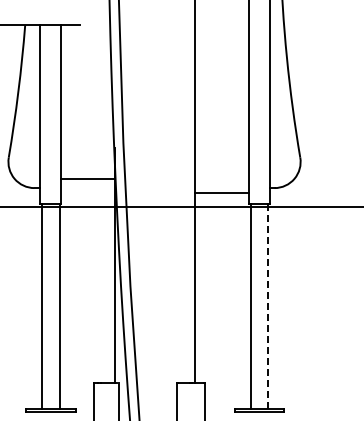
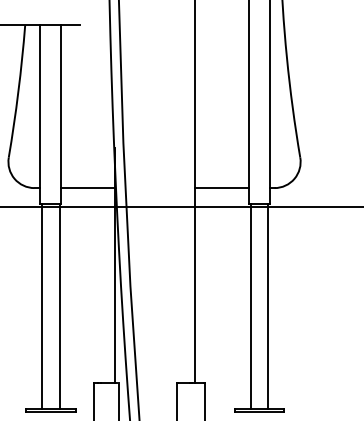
line at (88, 179) position: (88, 179) -> (88, 188)
line at (222, 193) position: (222, 193) -> (222, 188)
line at (268, 306): dashed -> solid
